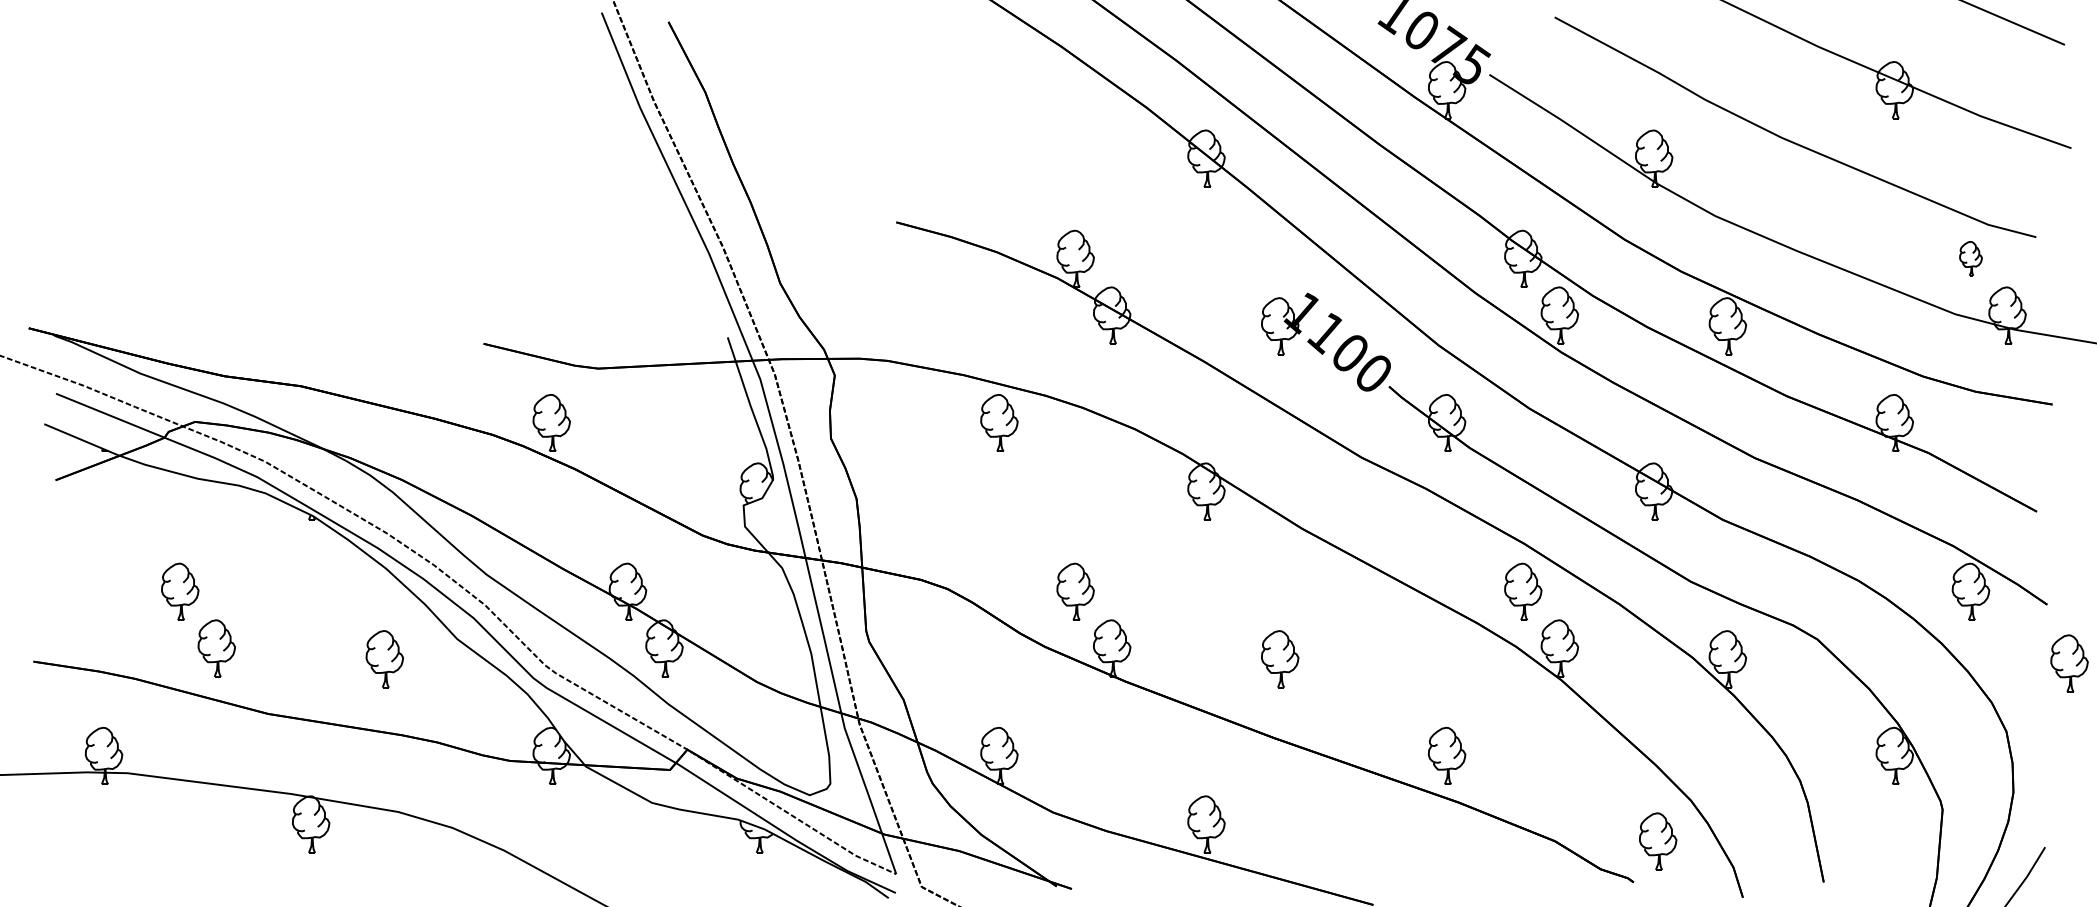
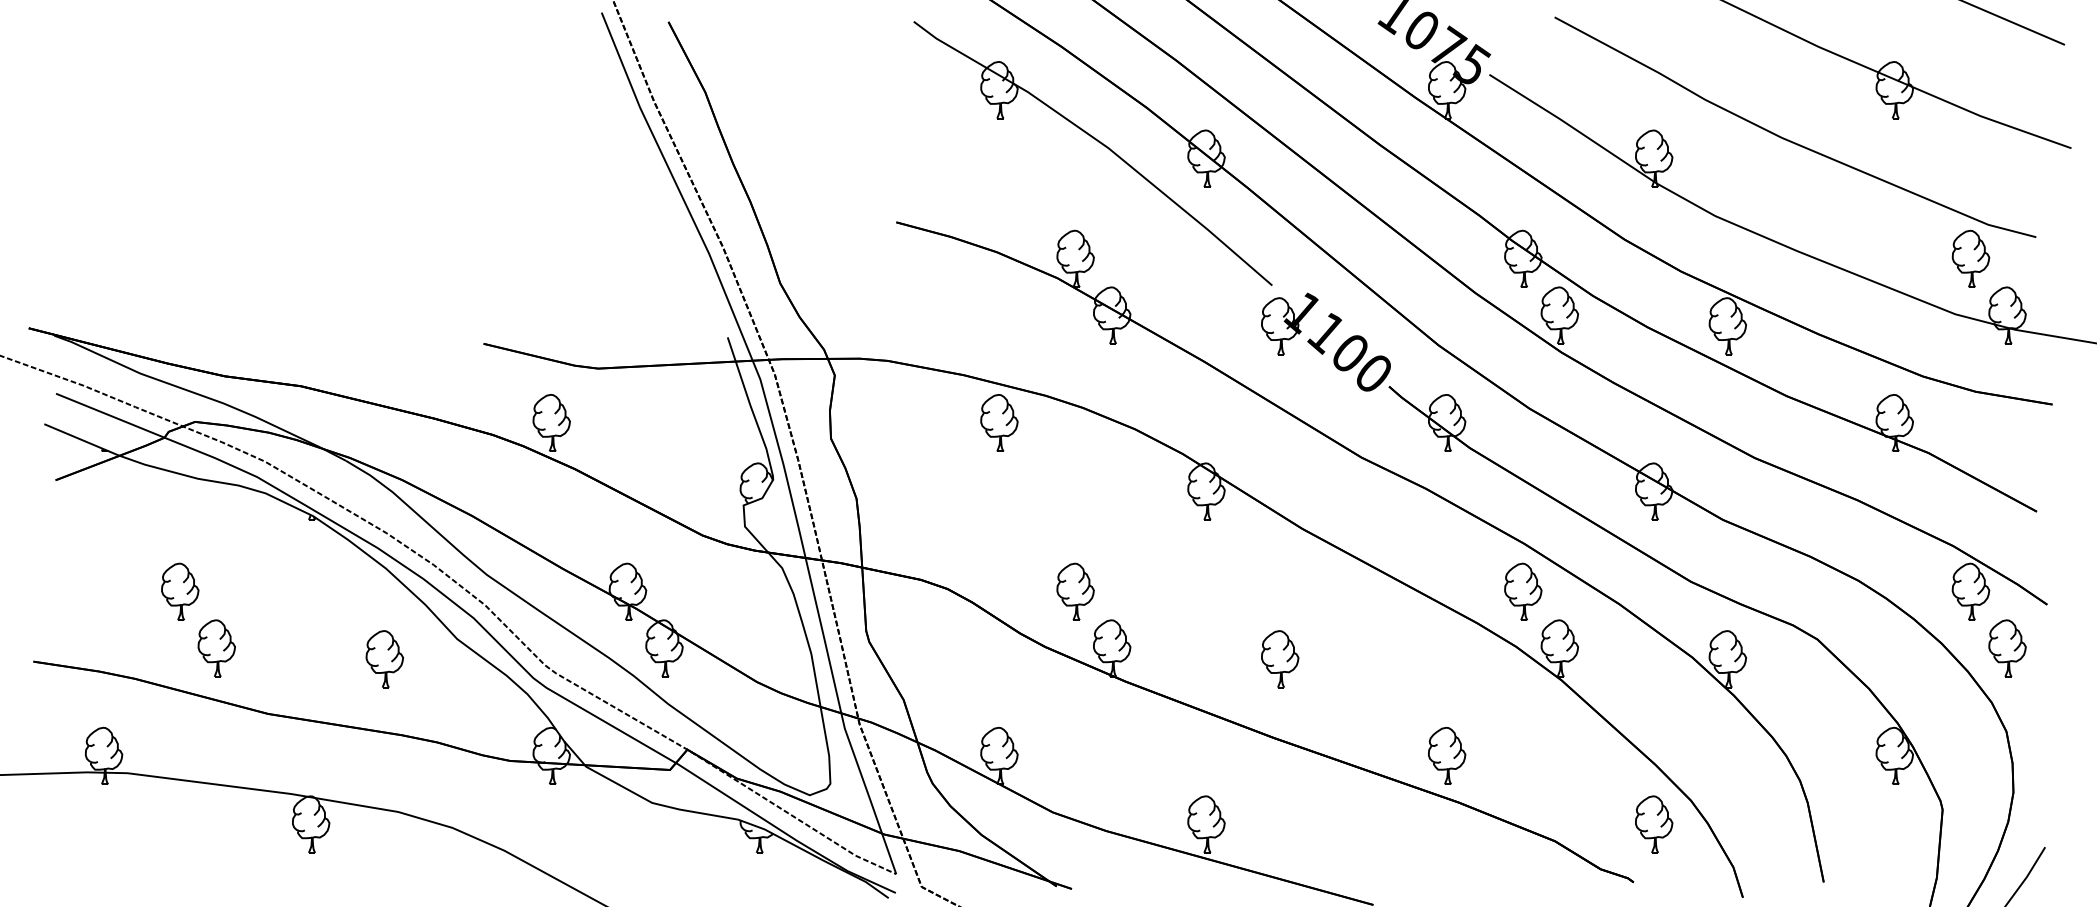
part at (1099, 143): none -> present
part at (1970, 258) size: 24x36 px -> 40x59 px
part at (2069, 663) position: (2069, 663) -> (2007, 648)
part at (1658, 841) position: (1658, 841) -> (1654, 824)
